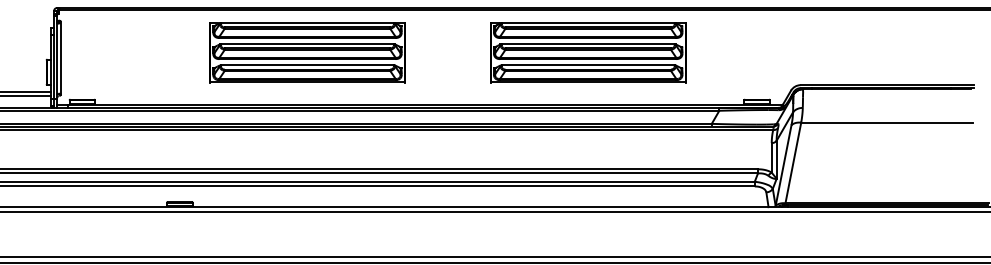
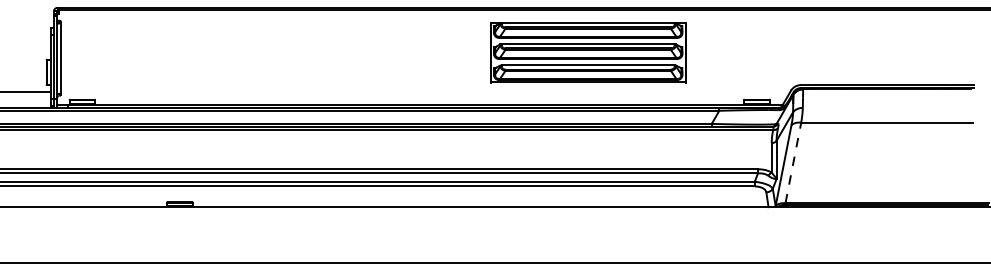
part at (307, 52): present -> none
line at (26, 95): present -> none
line at (793, 162): solid -> dashed
line at (494, 211): present -> none
line at (494, 256): present -> none
